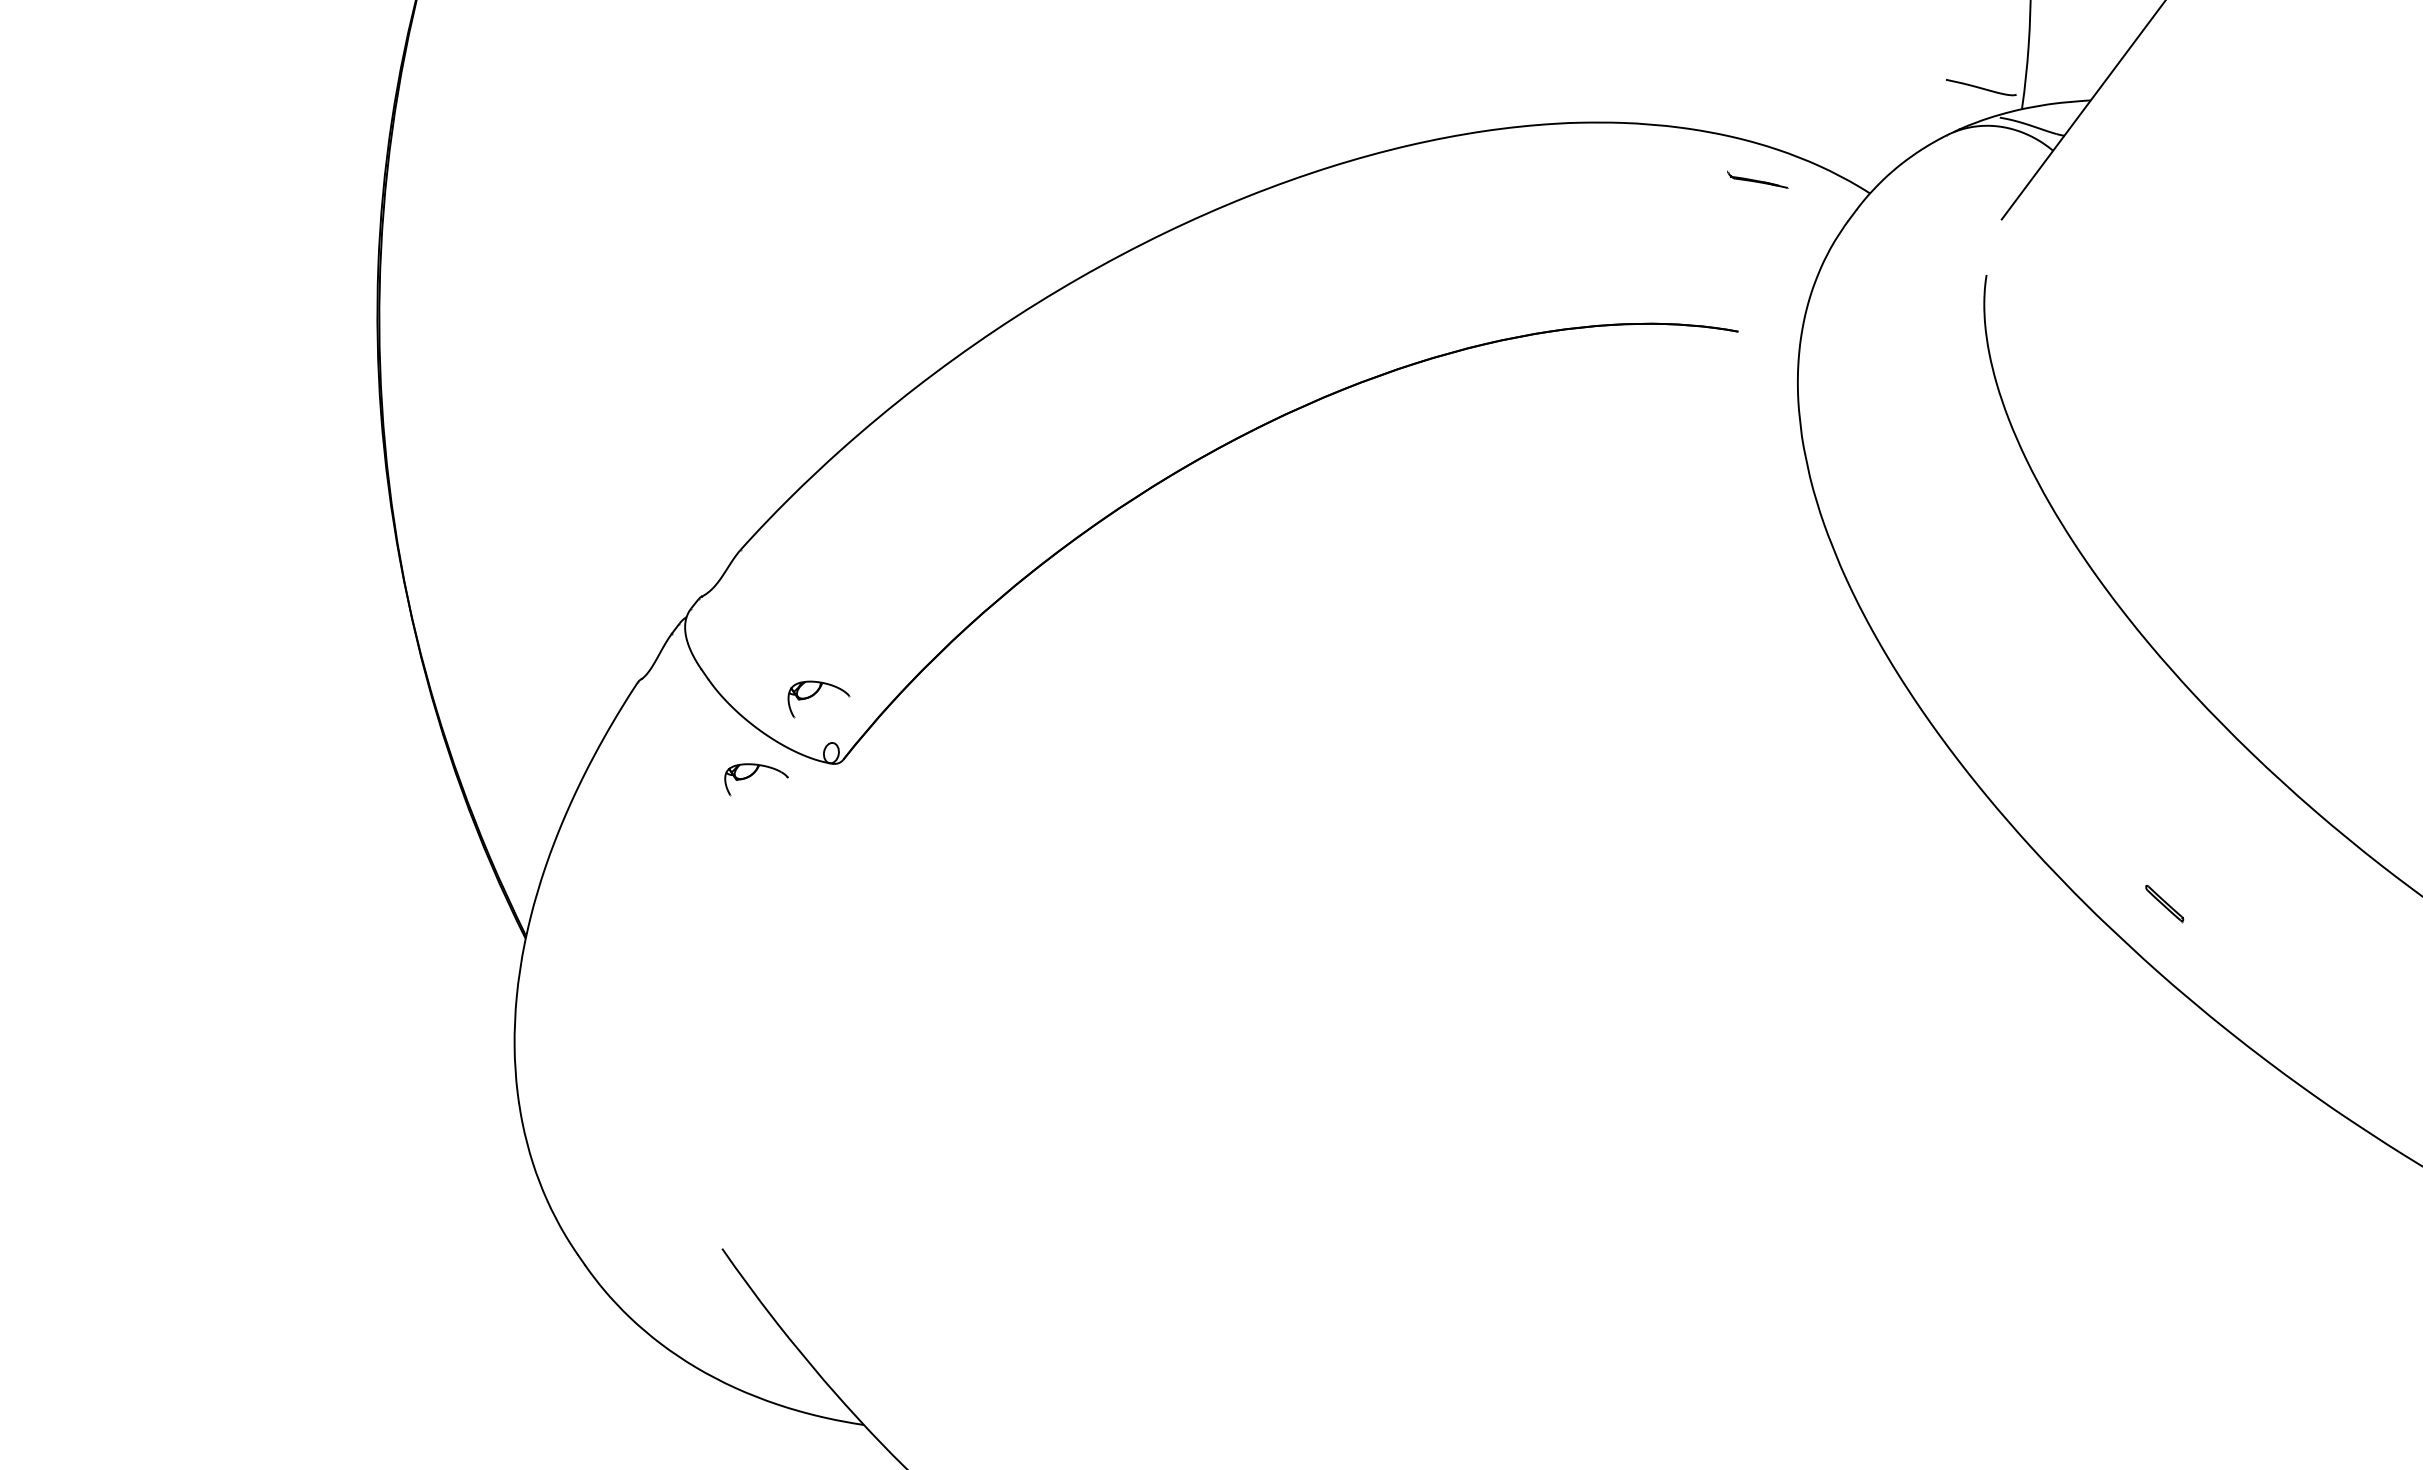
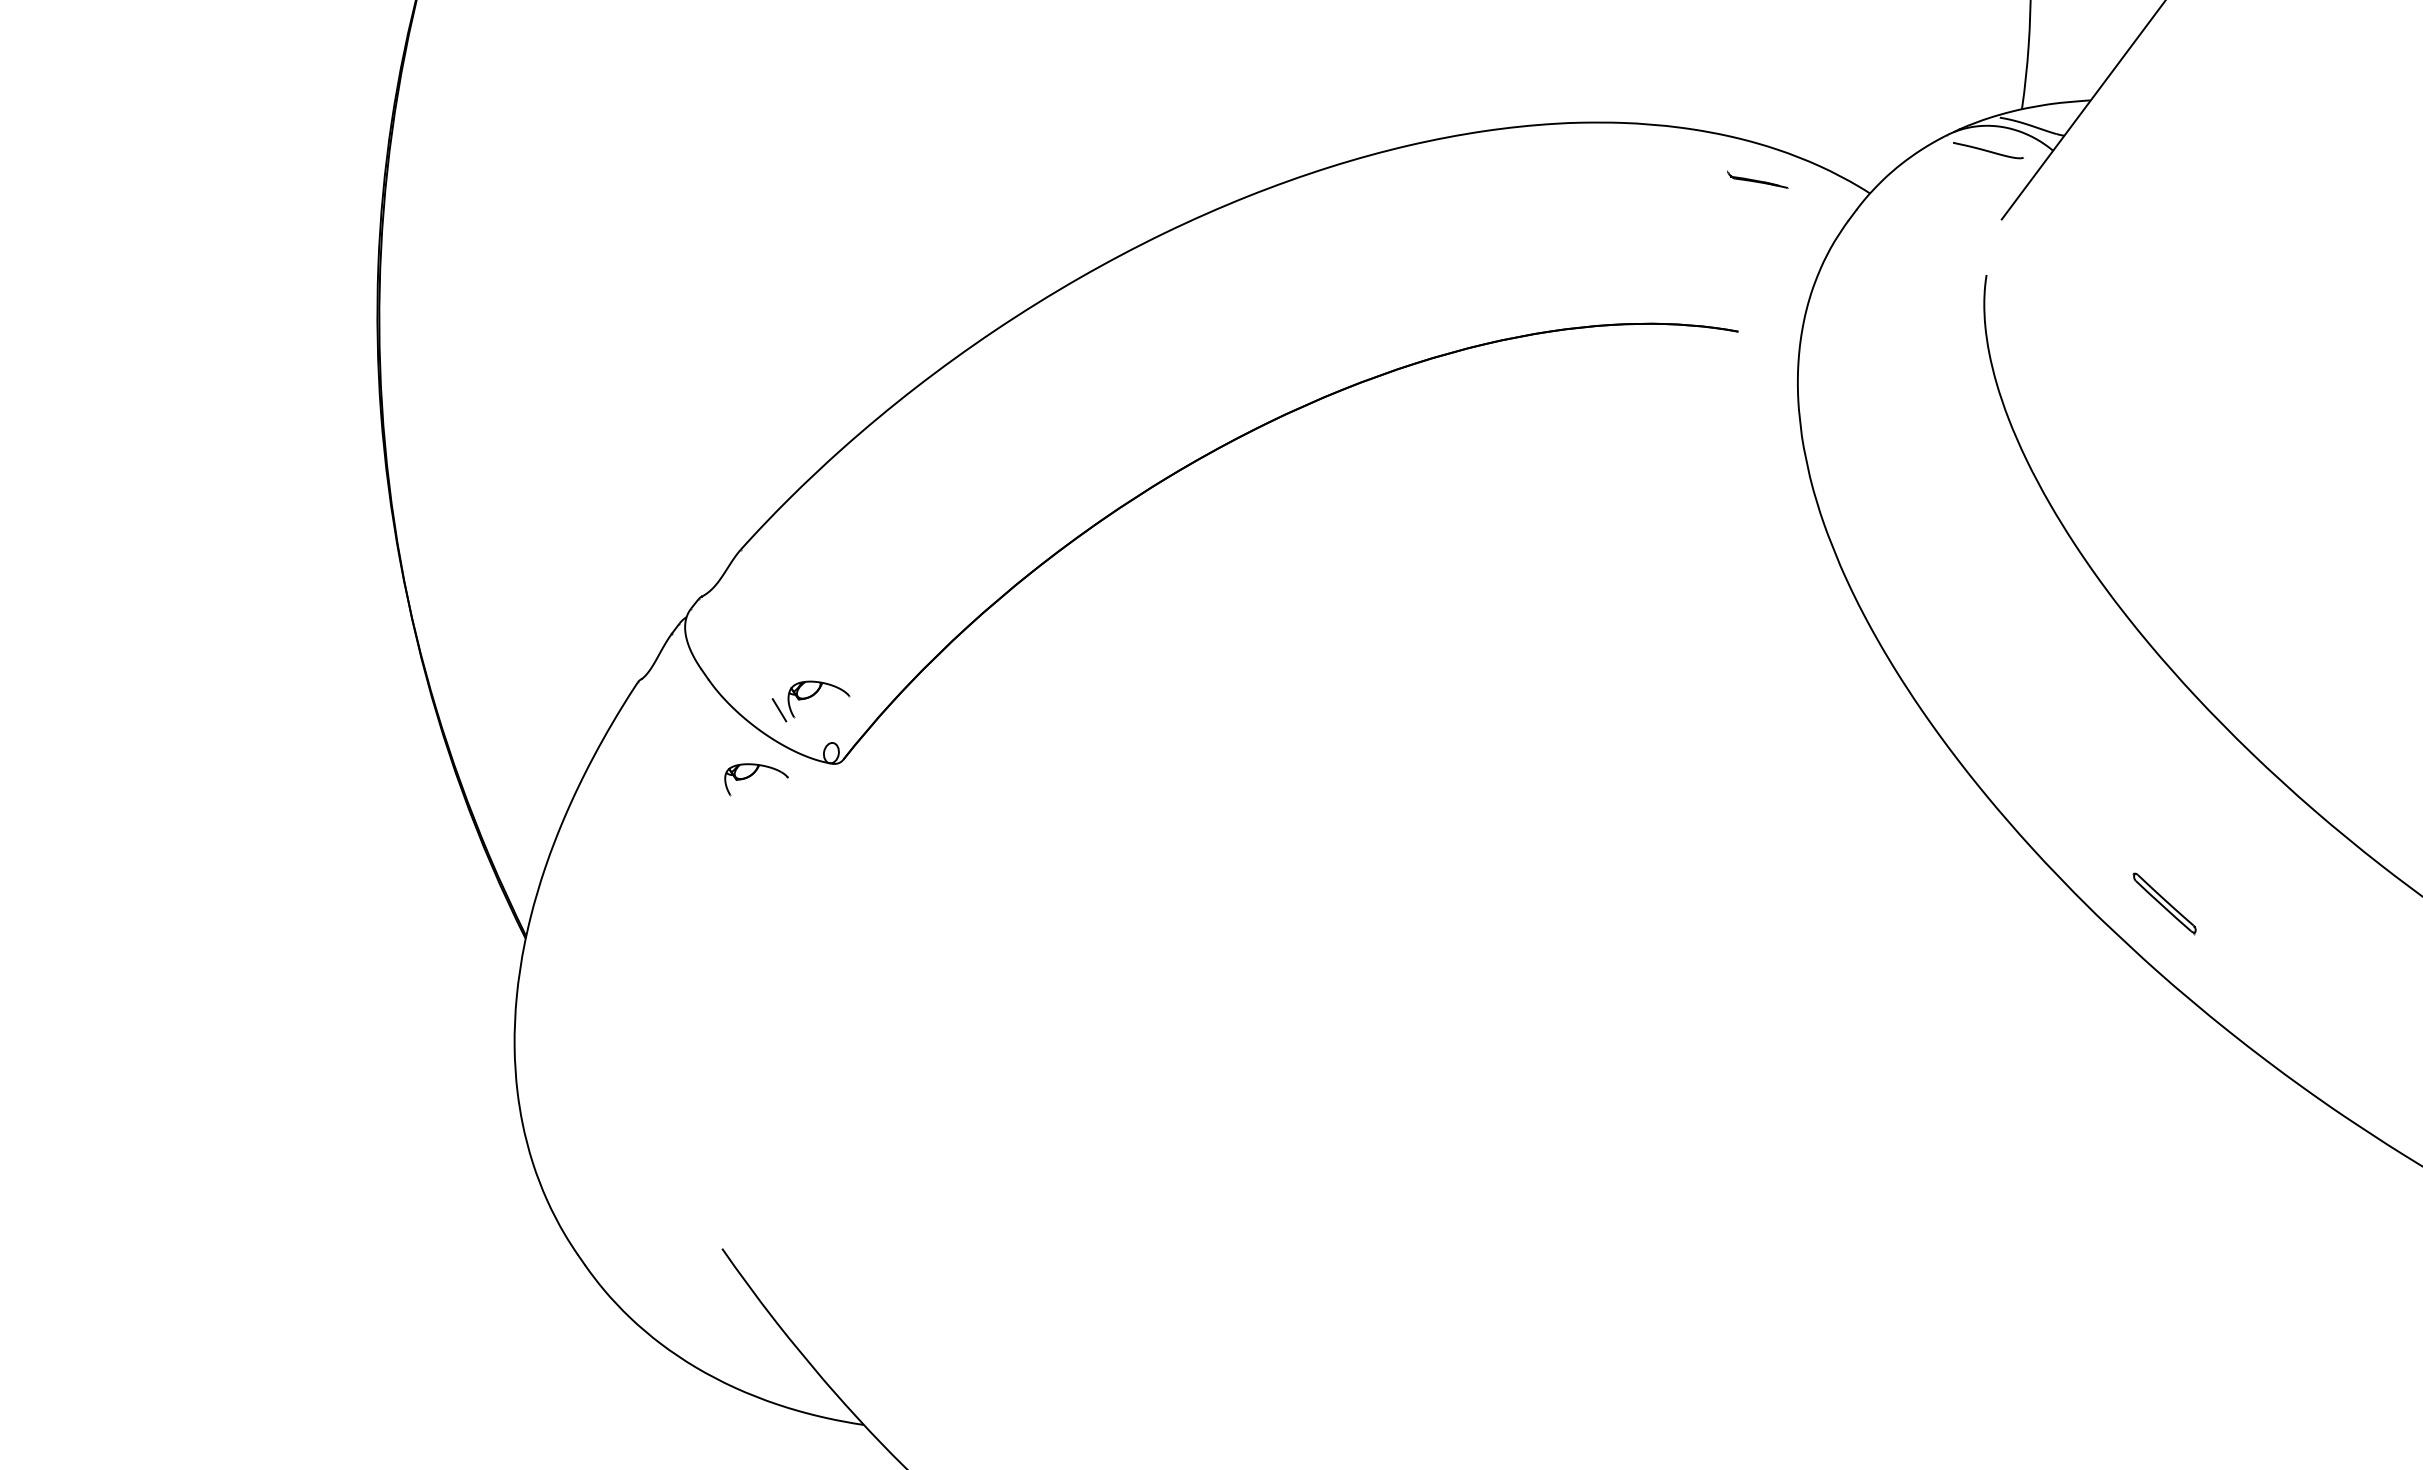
part at (1981, 87) position: (1981, 87) -> (1988, 150)
line at (779, 710): none -> present
part at (2164, 903) size: 40x40 px -> 65x64 px
